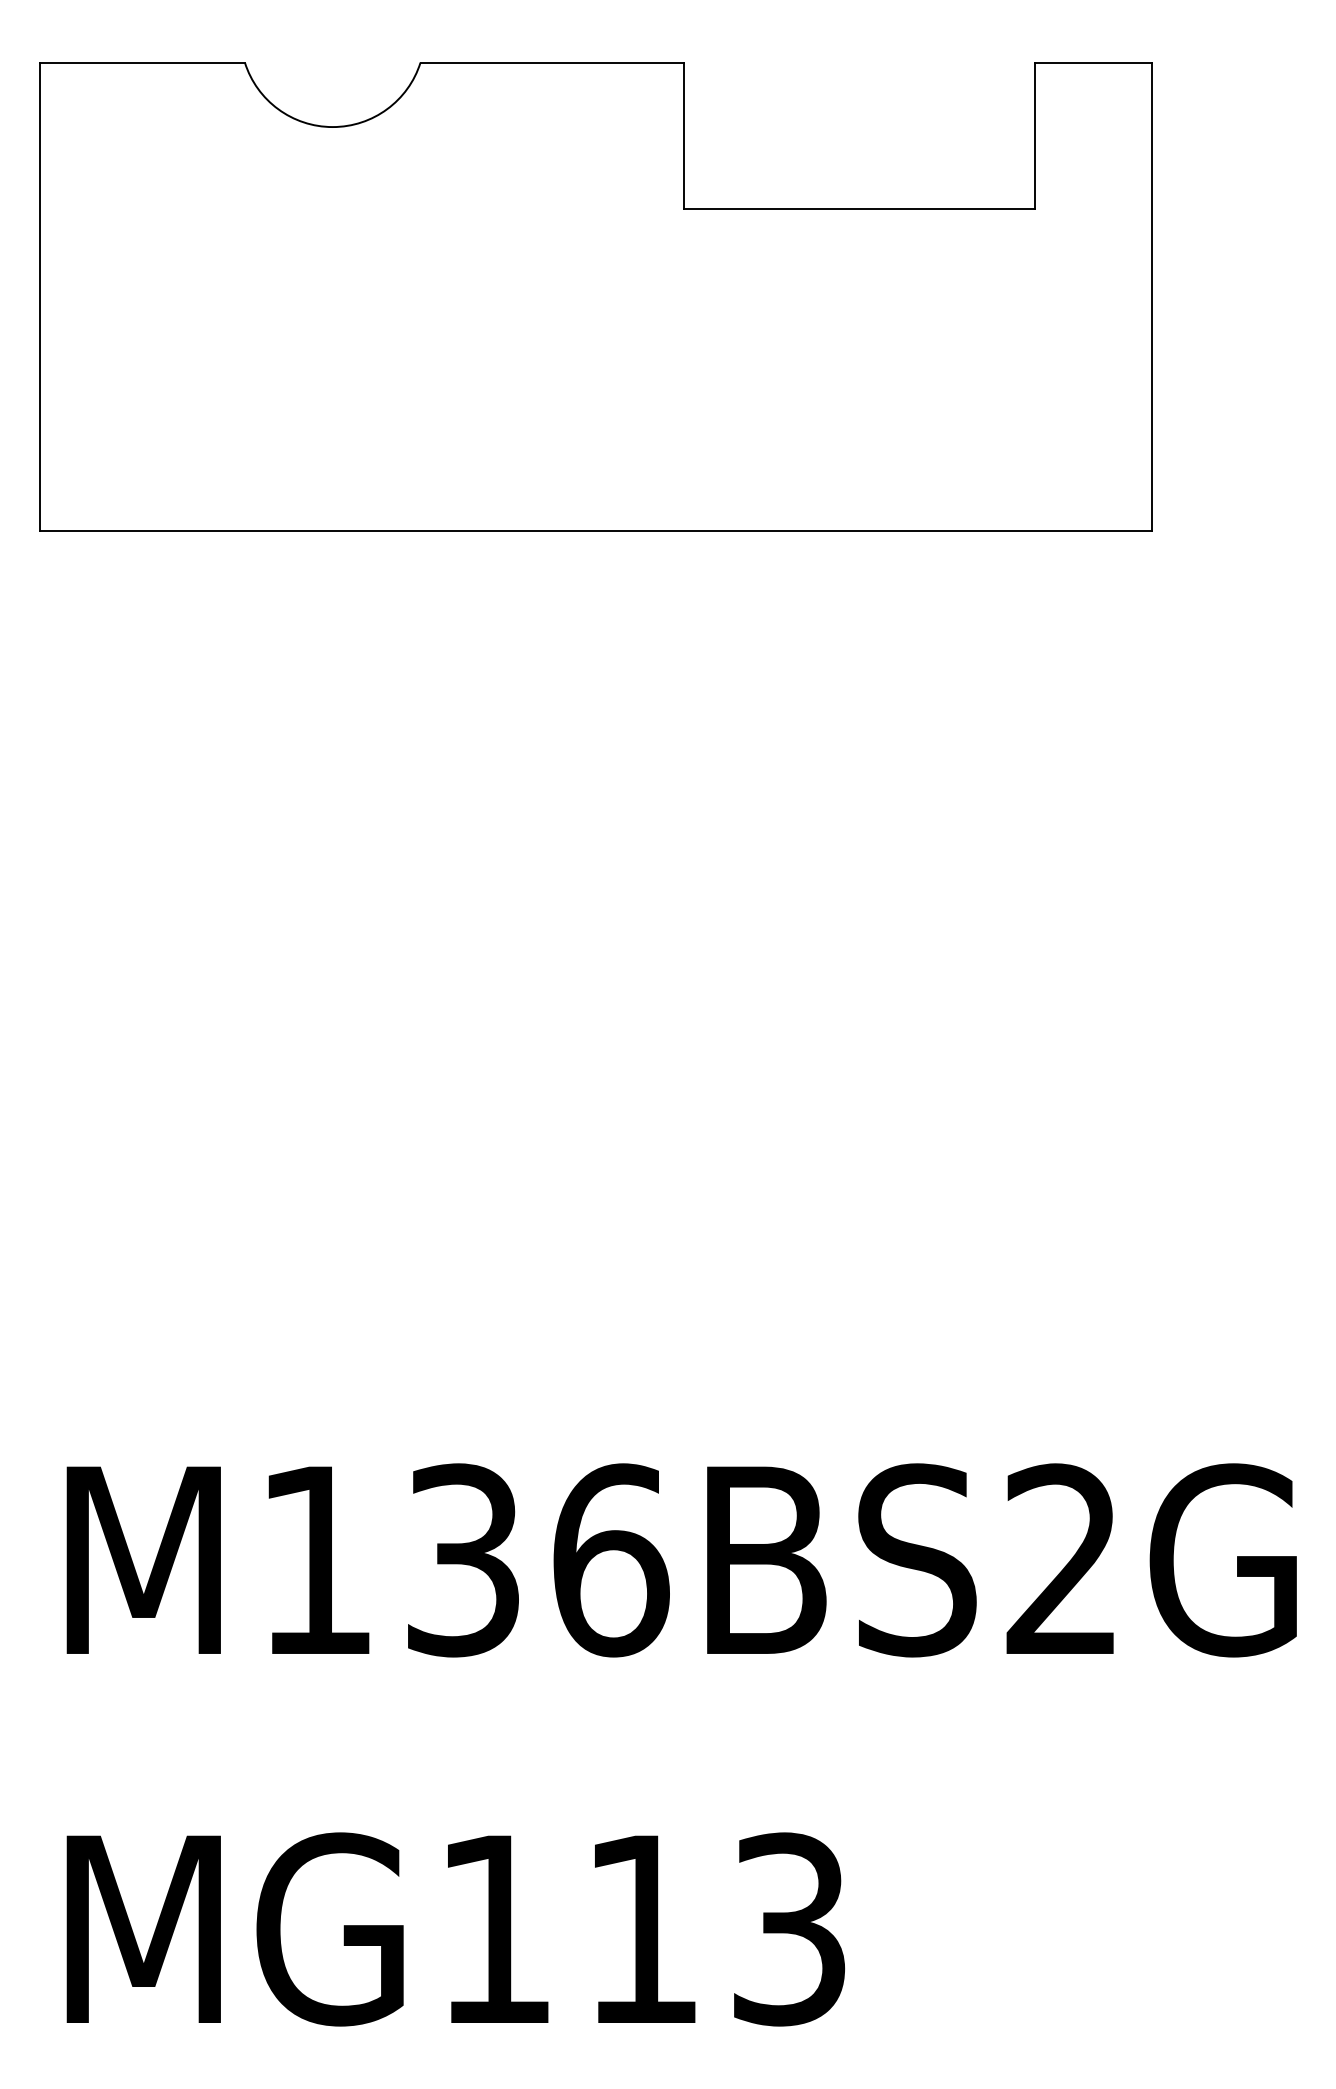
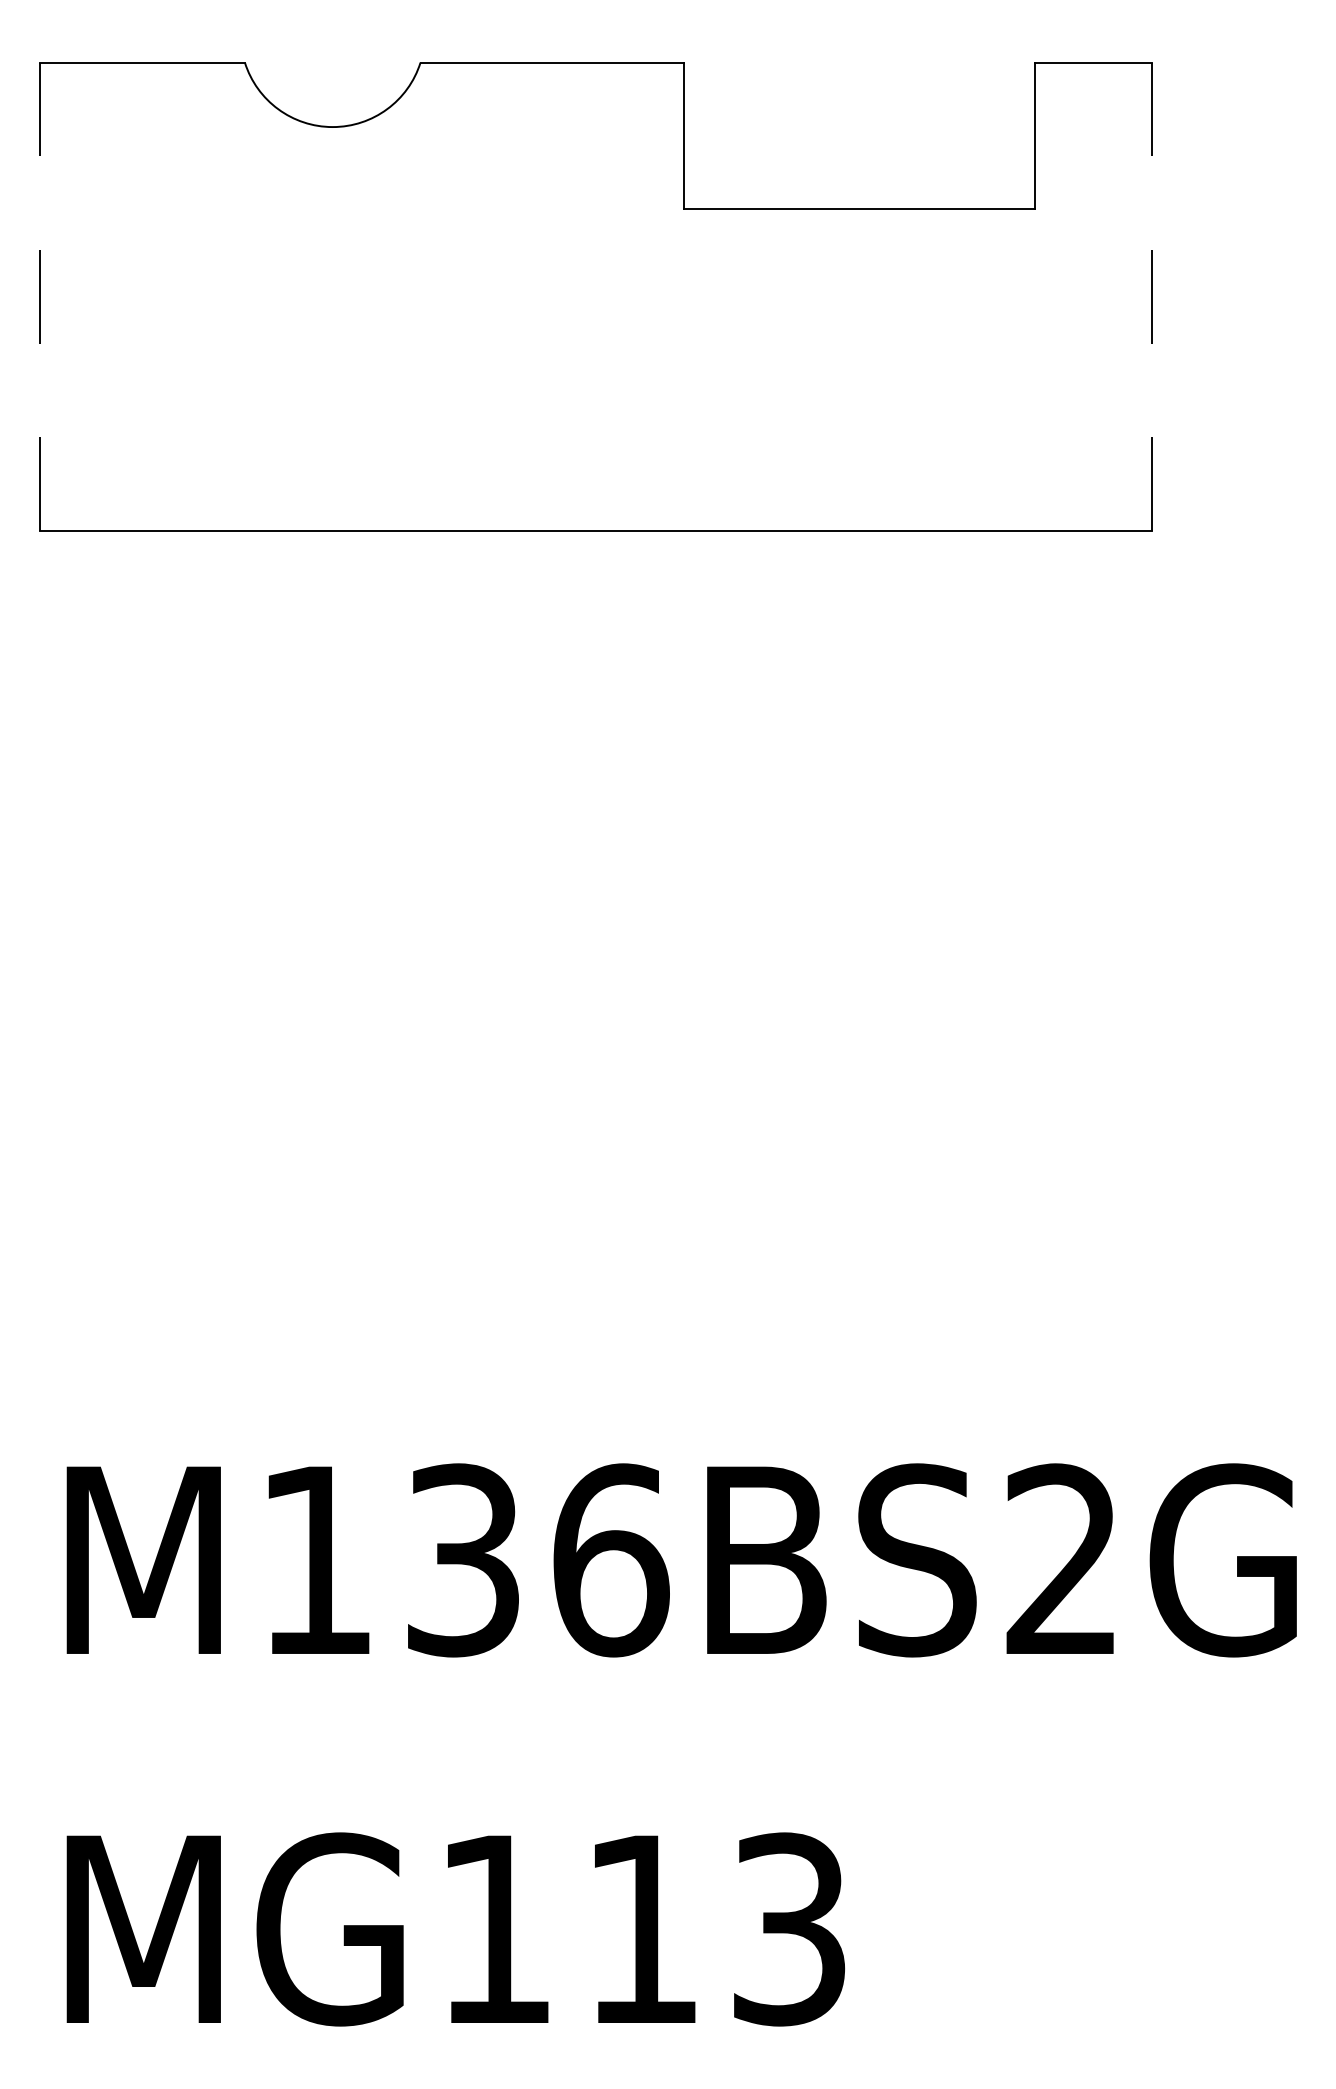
line at (40, 297): solid -> dashed
line at (1151, 297): solid -> dashed
